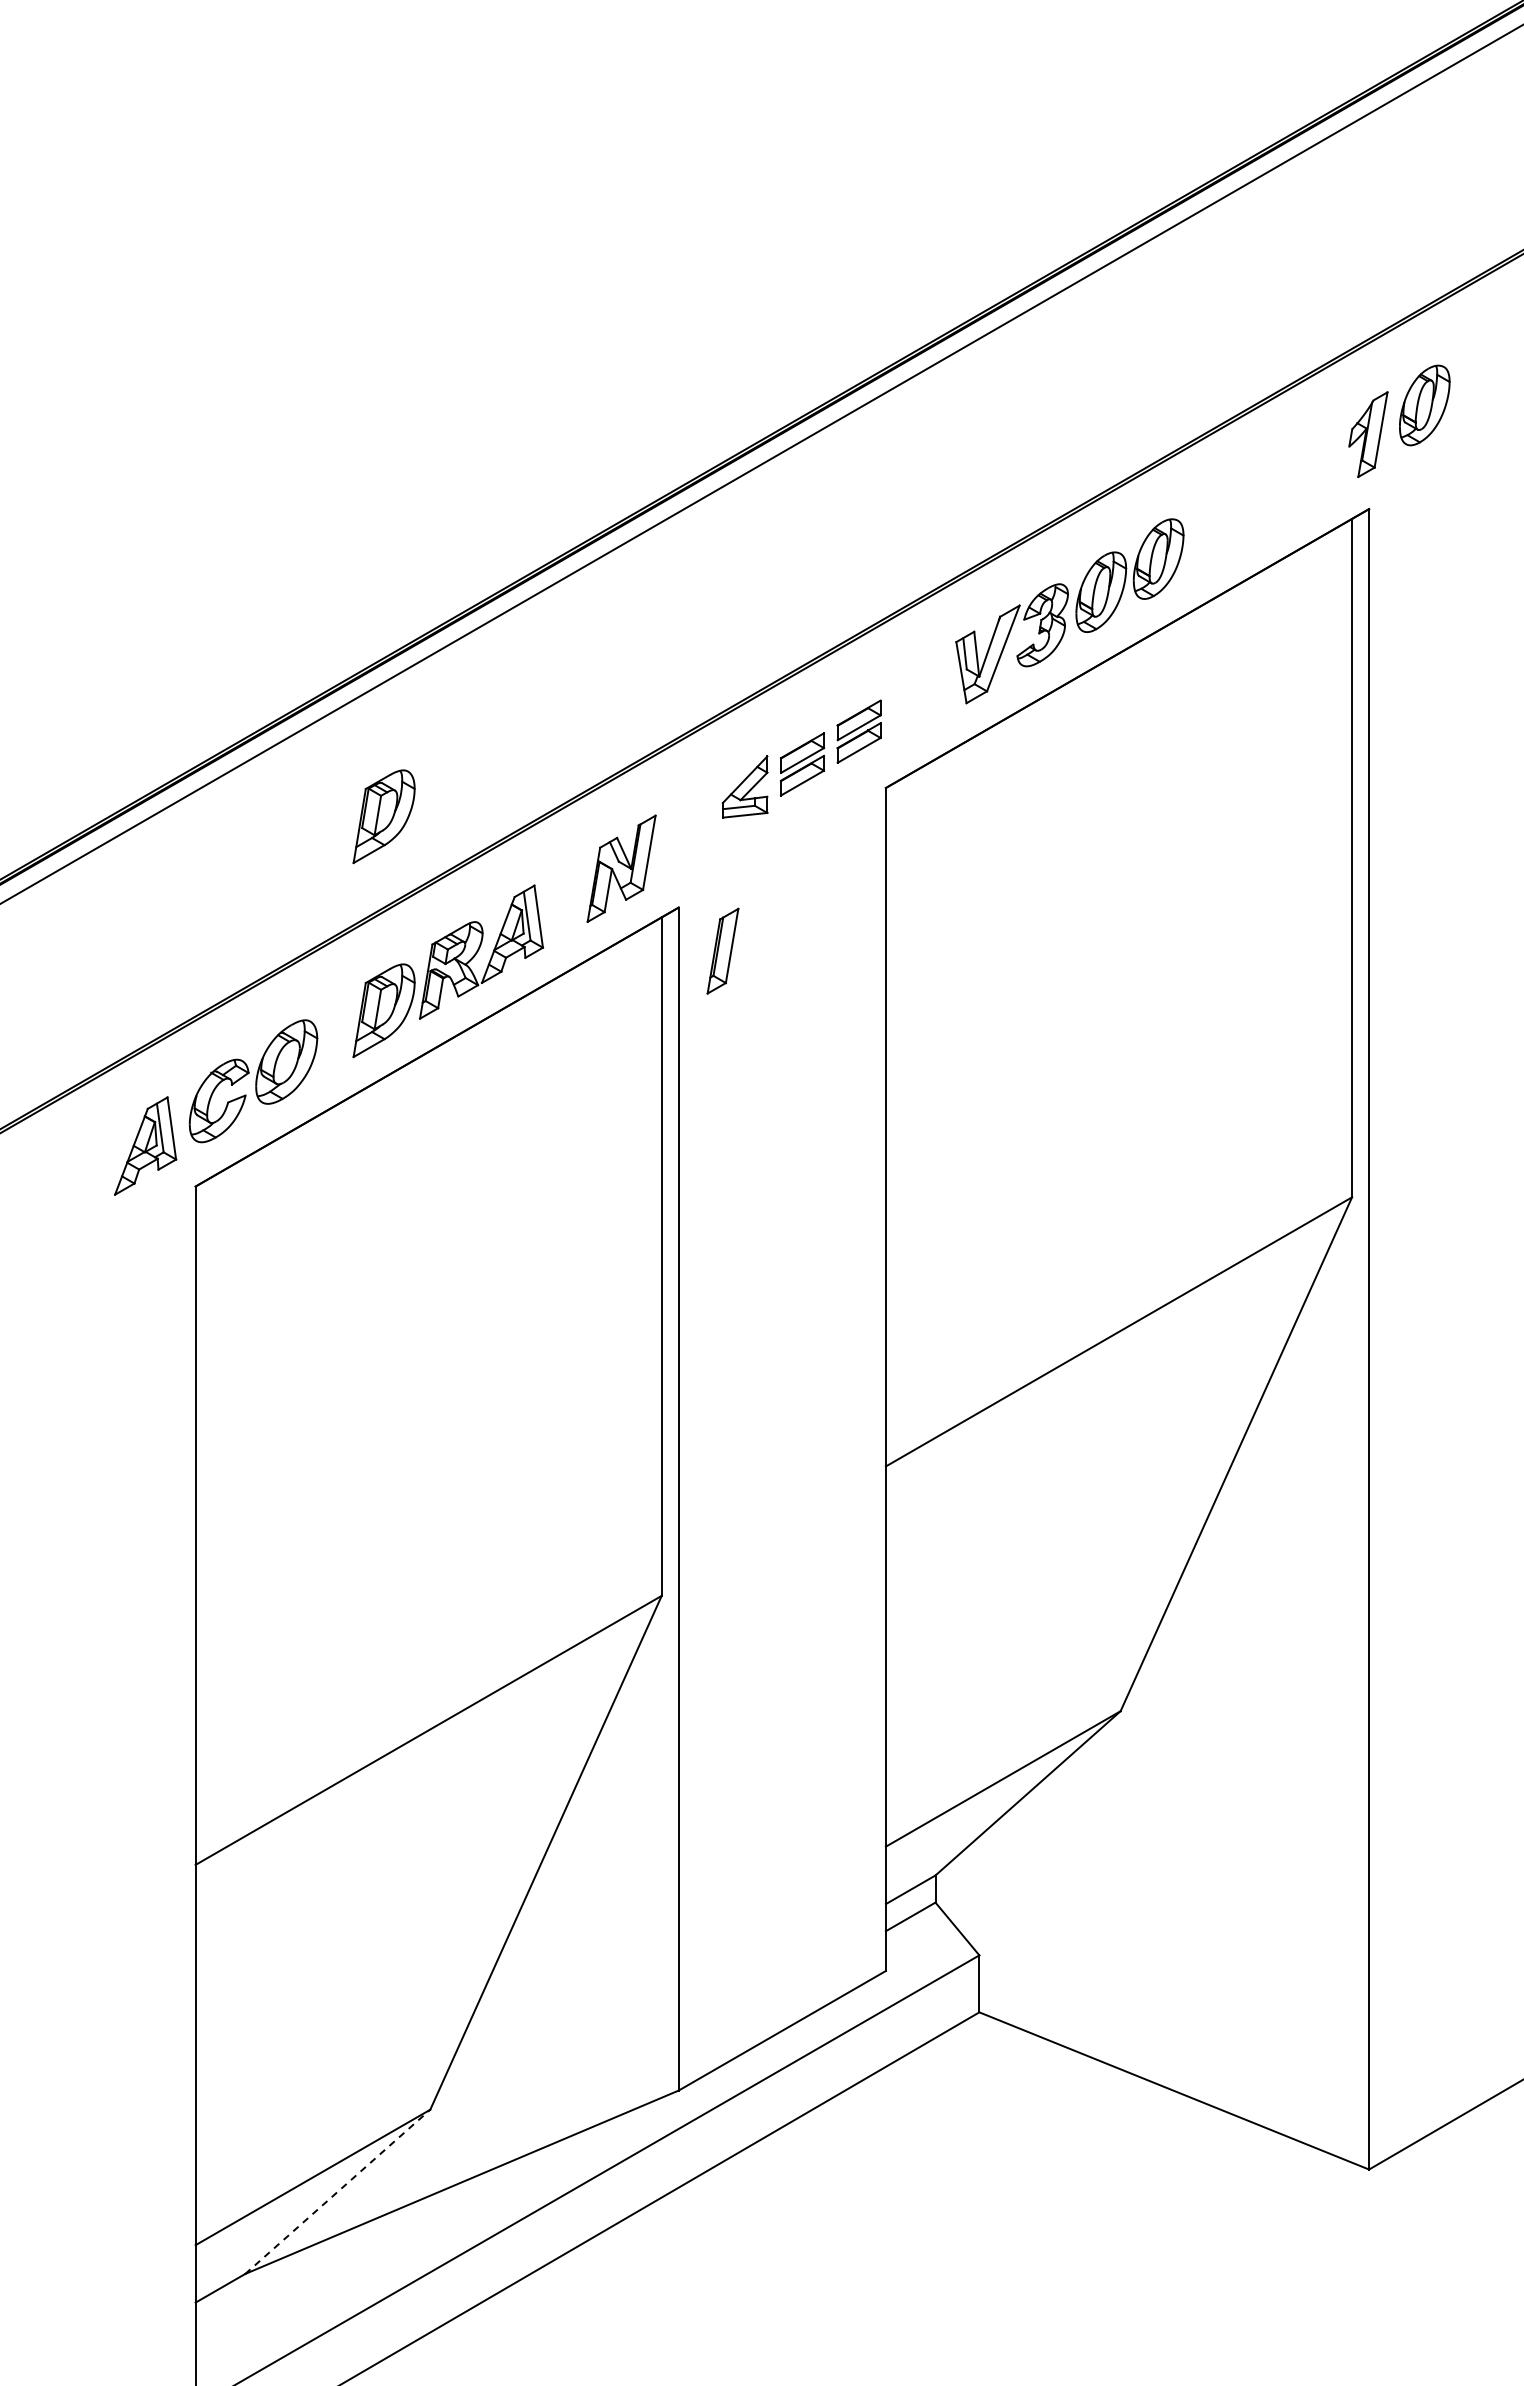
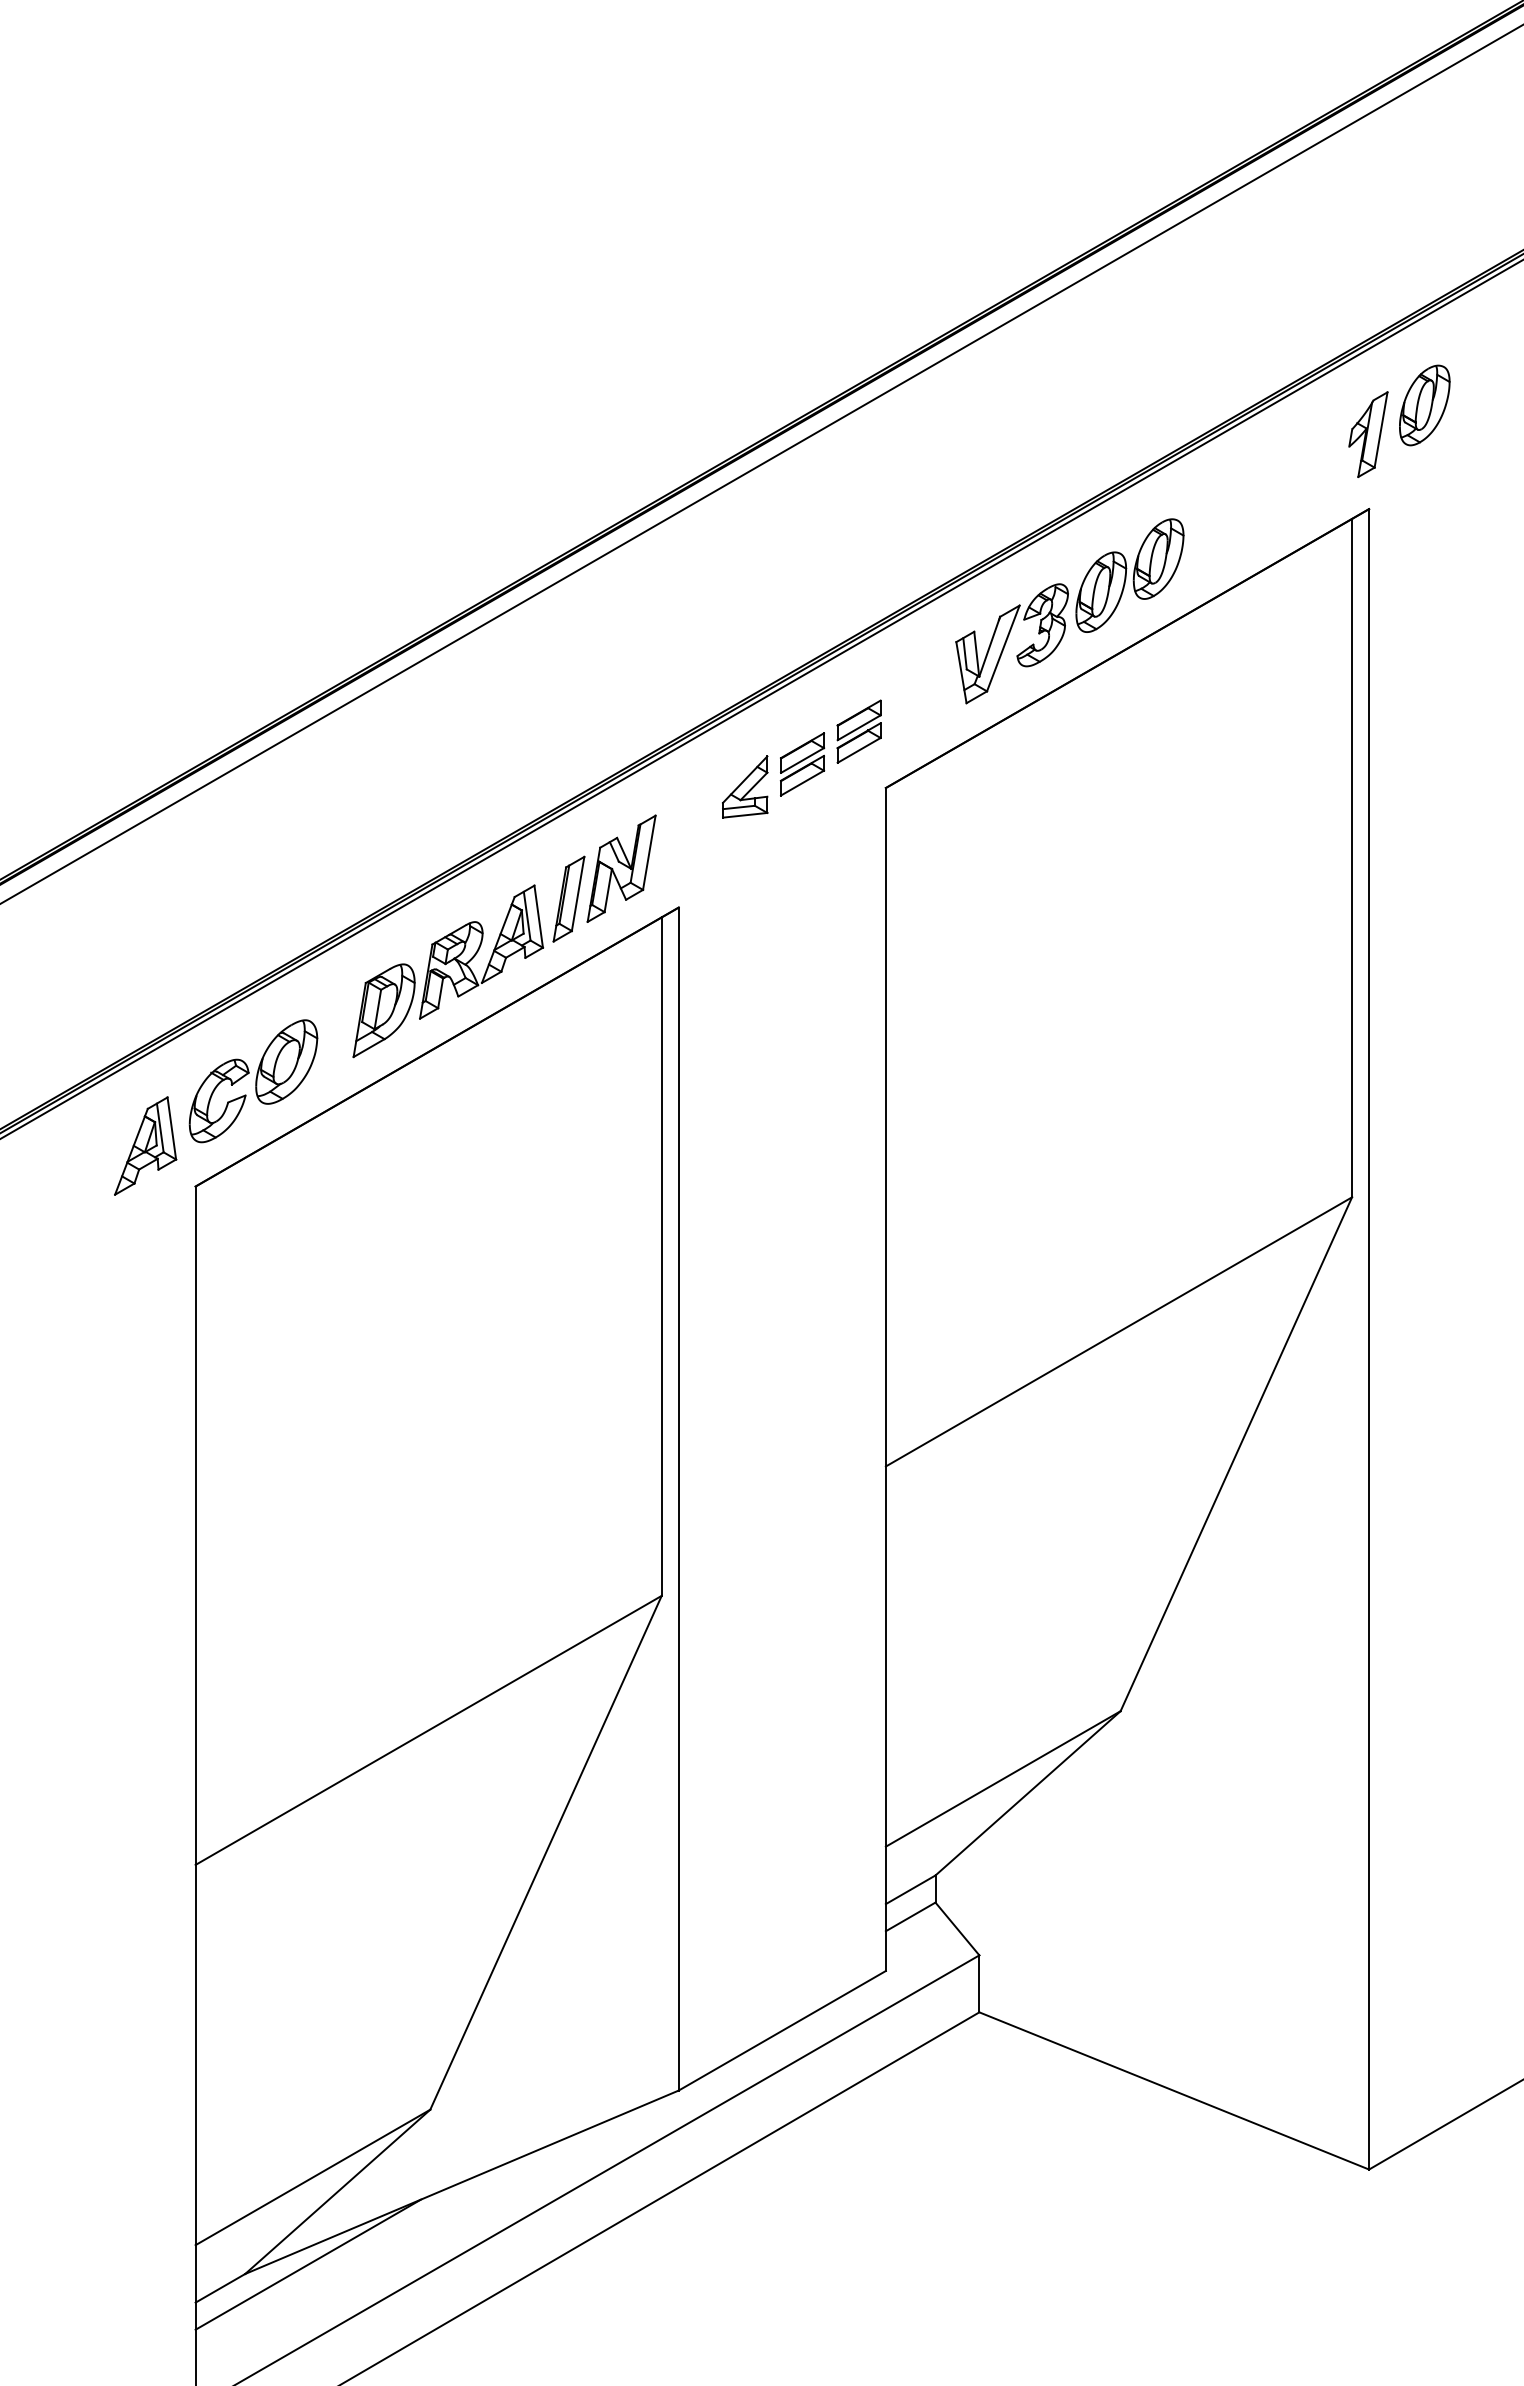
line at (761, 699): none -> present
part at (383, 816): present -> none
part at (722, 950) position: (722, 950) -> (568, 898)
line at (337, 2191): dashed -> solid
line at (308, 2264): none -> present
